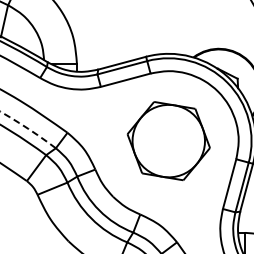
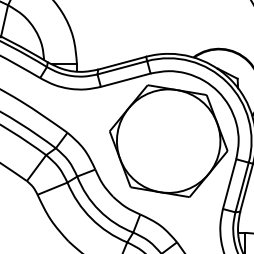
arc at (28, 129): dashed -> solid
part at (168, 141) size: 85x81 px -> 120x114 px
